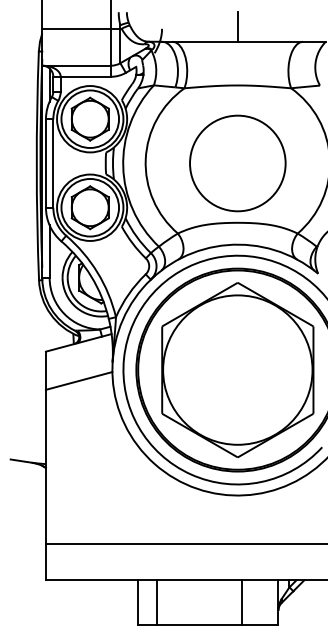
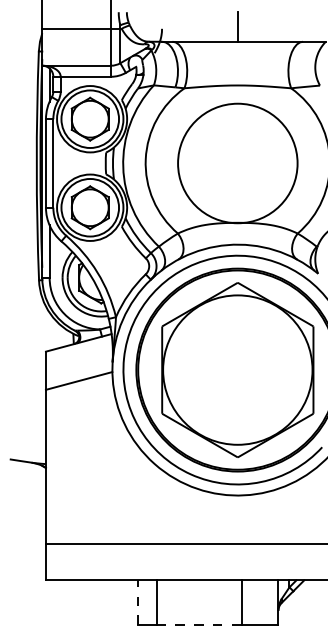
circle at (237, 163) diameter: 96 px -> 120 px
line at (138, 602): solid -> dashed
line at (199, 624): solid -> dashed
